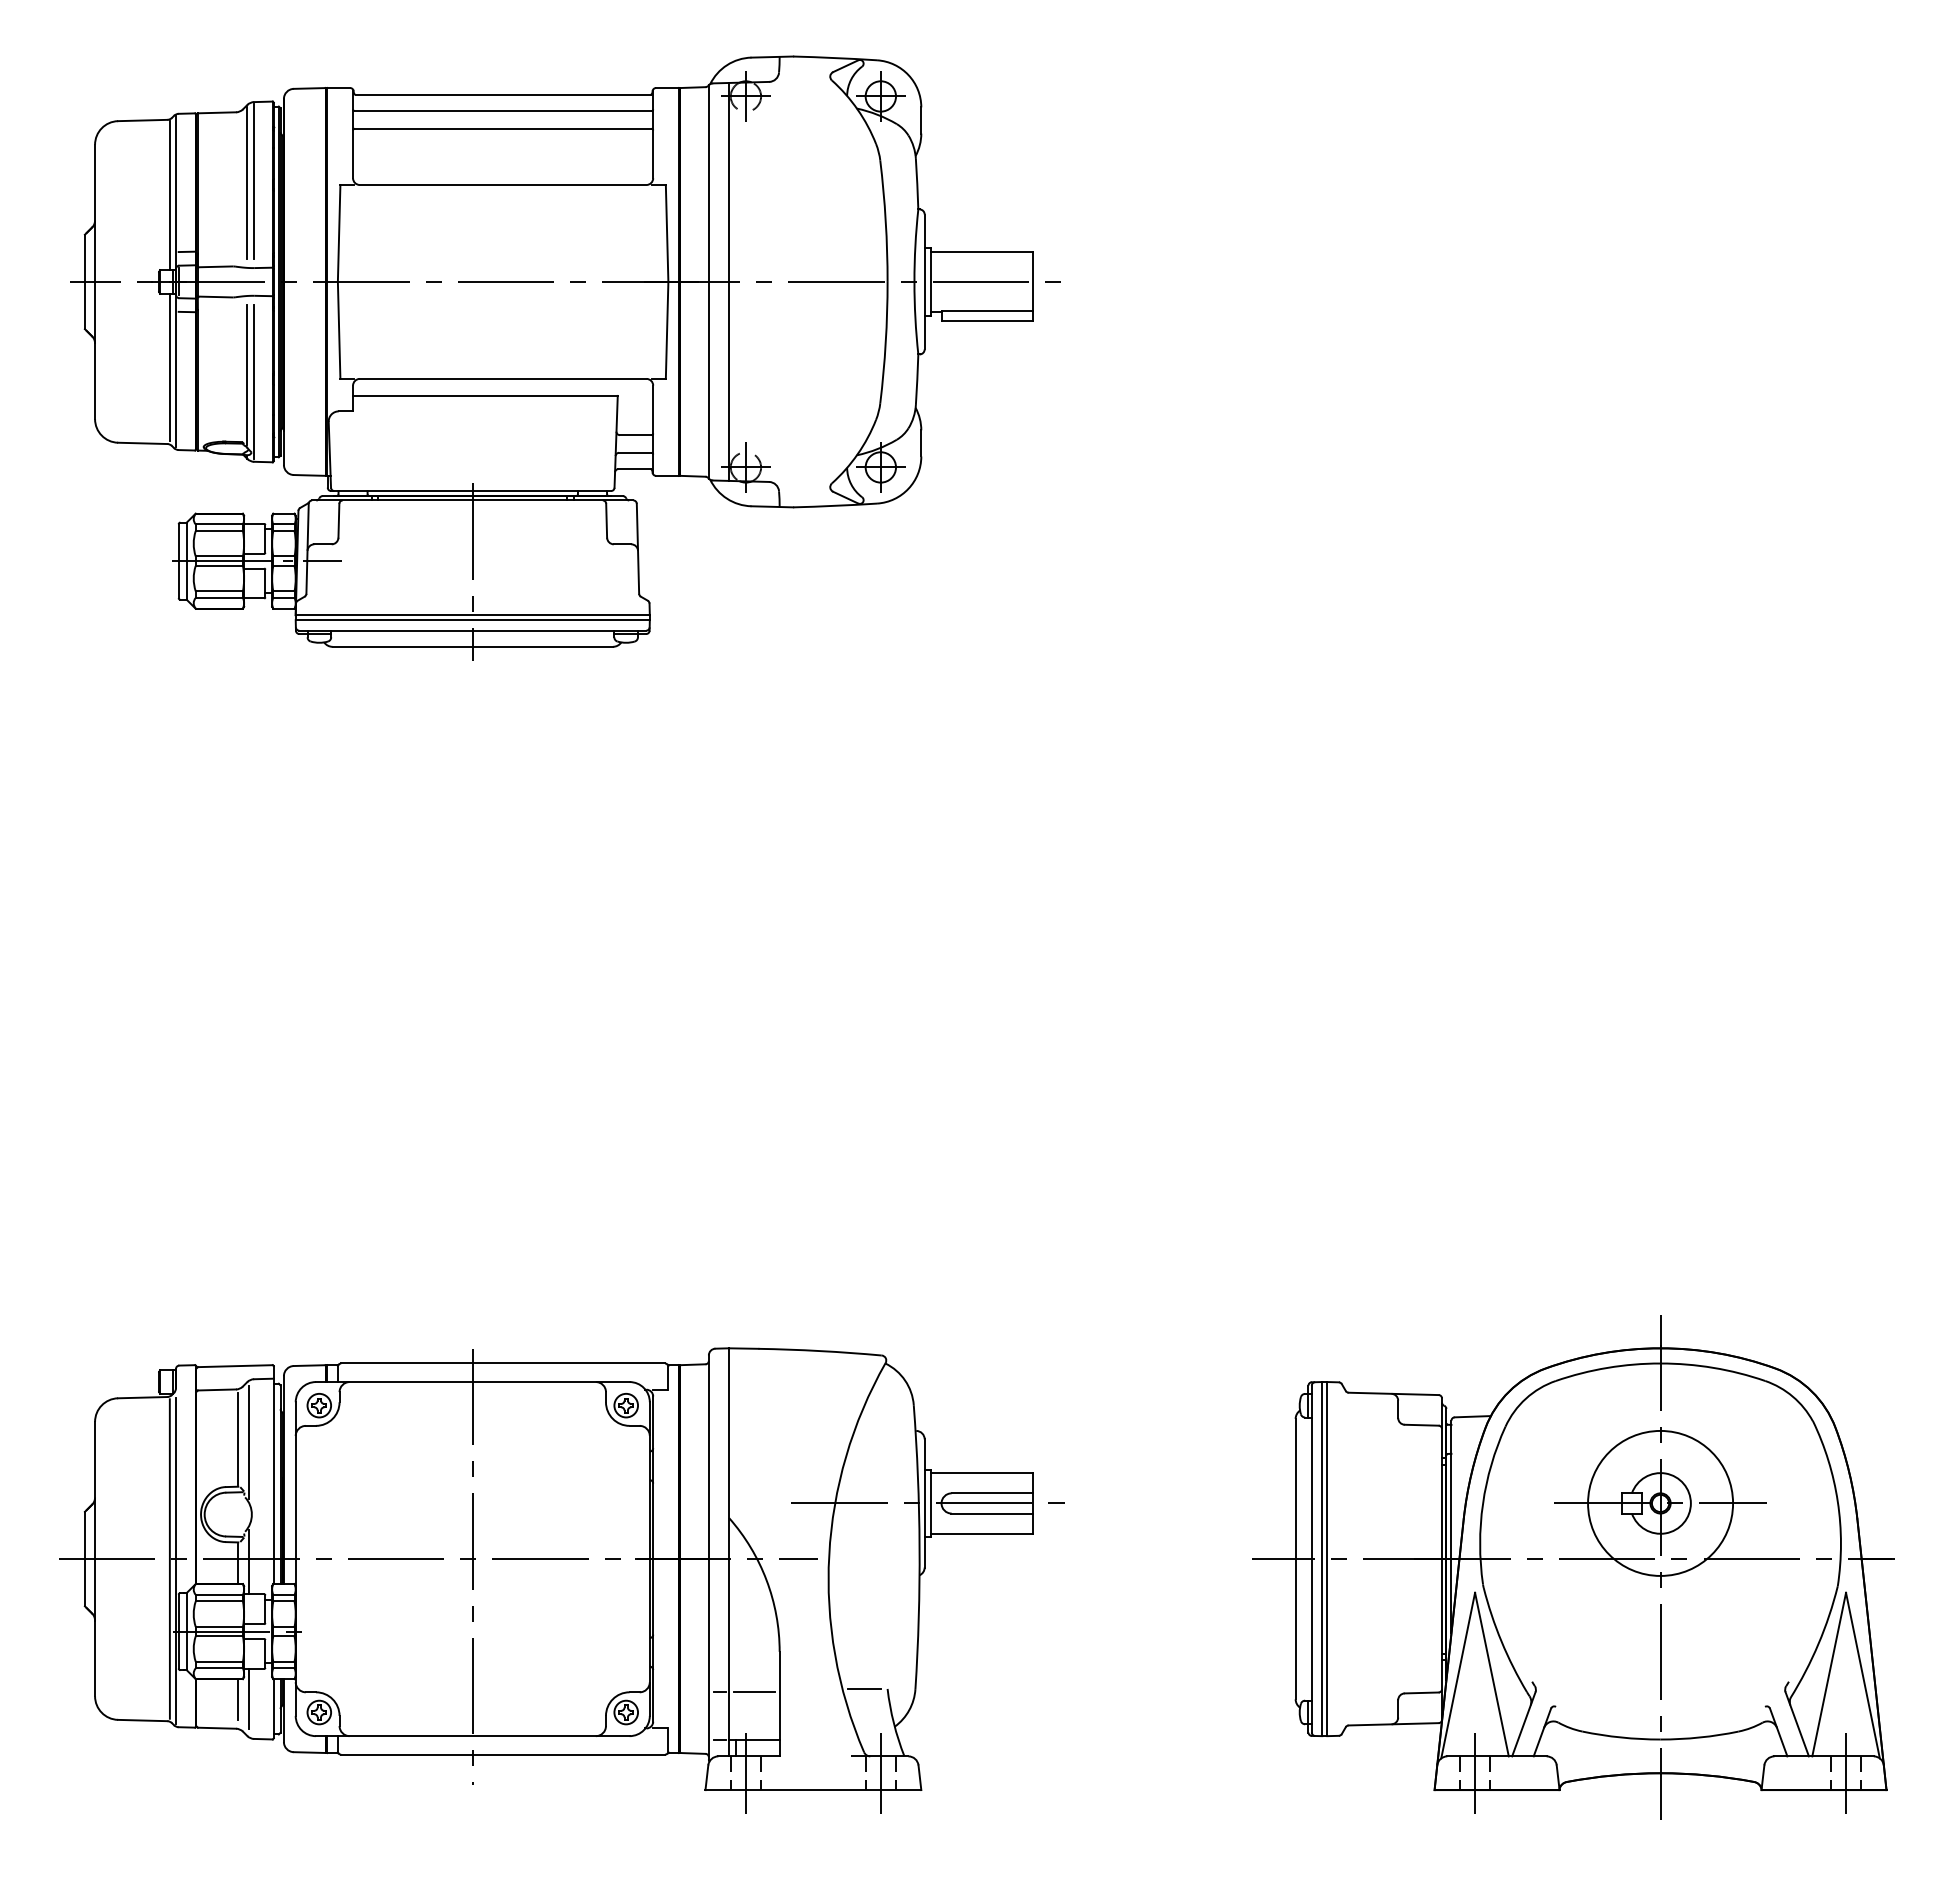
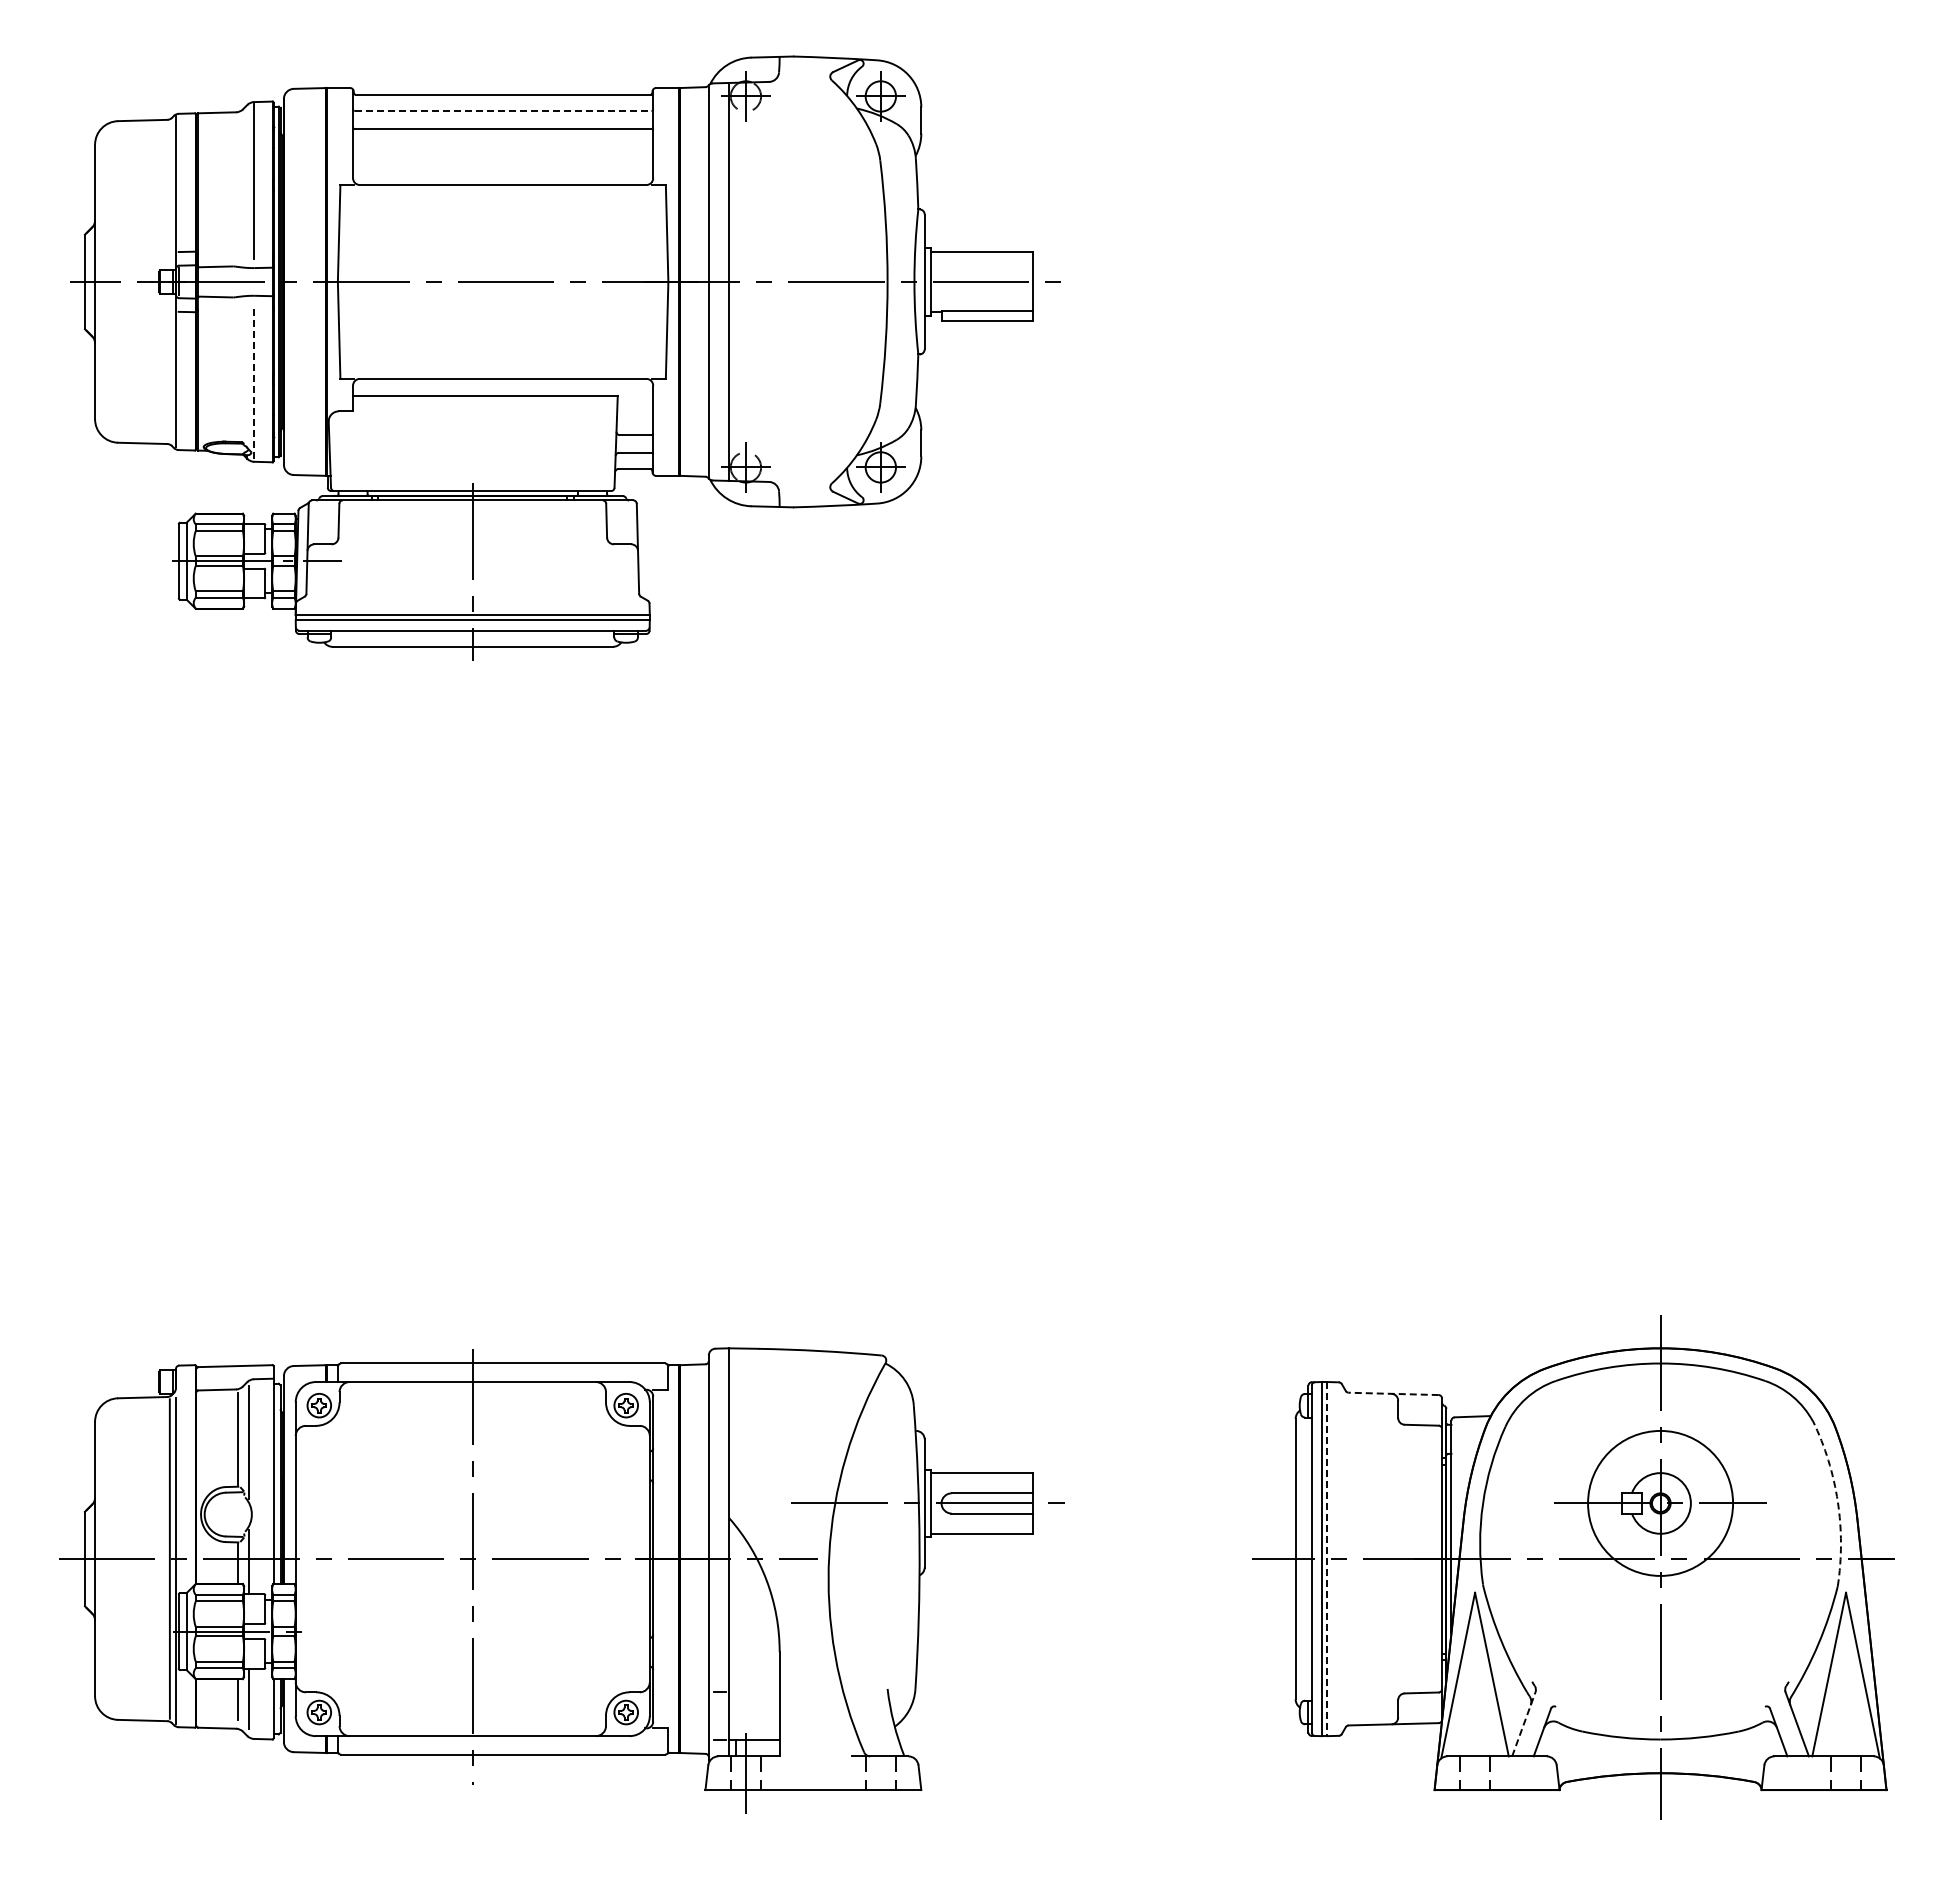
line at (503, 111): solid -> dashed
line at (247, 182): present -> none
line at (170, 195): present -> none
line at (170, 367): present -> none
line at (247, 375): present -> none
line at (254, 381): solid -> dashed
line at (1393, 1393): solid -> dashed
arc at (1837, 1501): solid -> dashed
line at (1327, 1559): solid -> dashed
line at (863, 1688): present -> none
line at (753, 1692): present -> none
line at (1524, 1723): solid -> dashed
line at (880, 1772): present -> none
line at (1475, 1772): present -> none
line at (1846, 1772): present -> none
